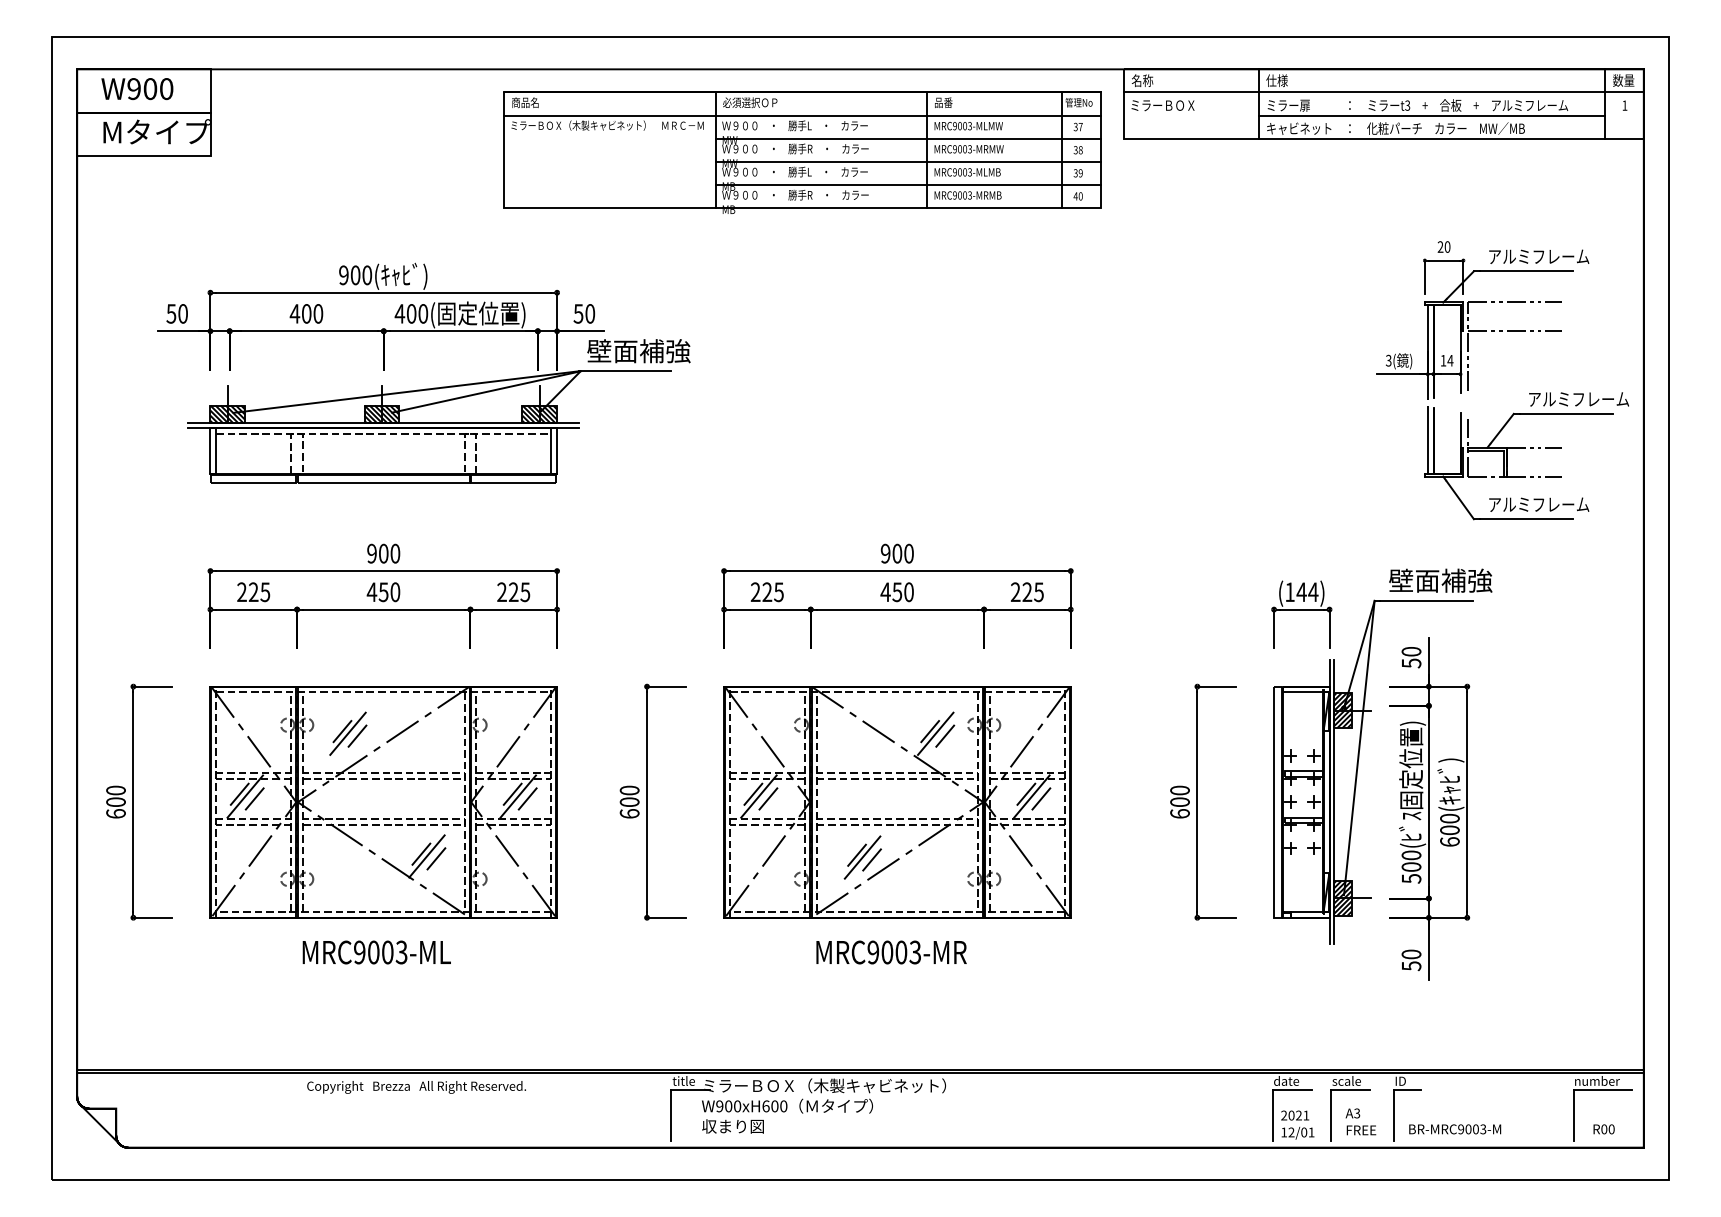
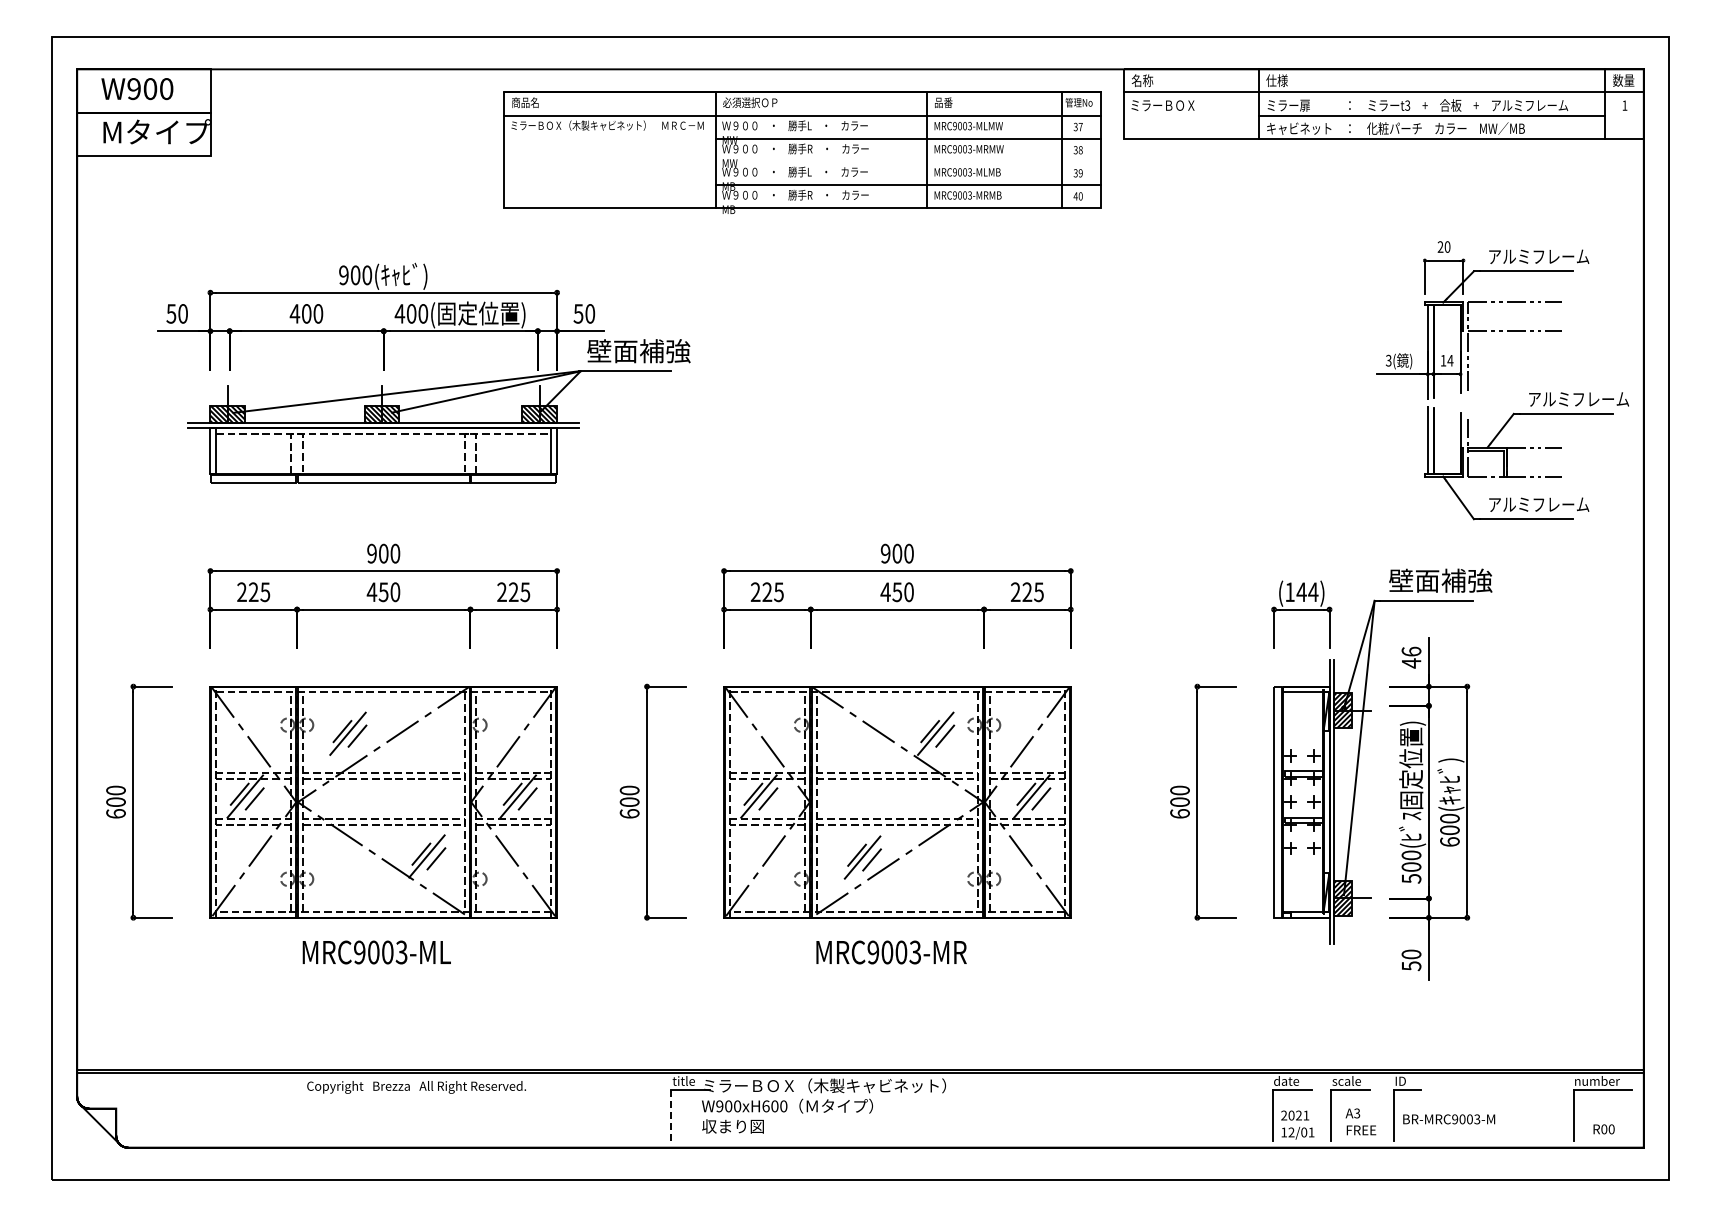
line at (907, 161): present -> none
text at (1411, 657): 50 -> 46
line at (671, 1116): solid -> dashed
text at (1455, 1129) position: (1455, 1129) -> (1449, 1119)
